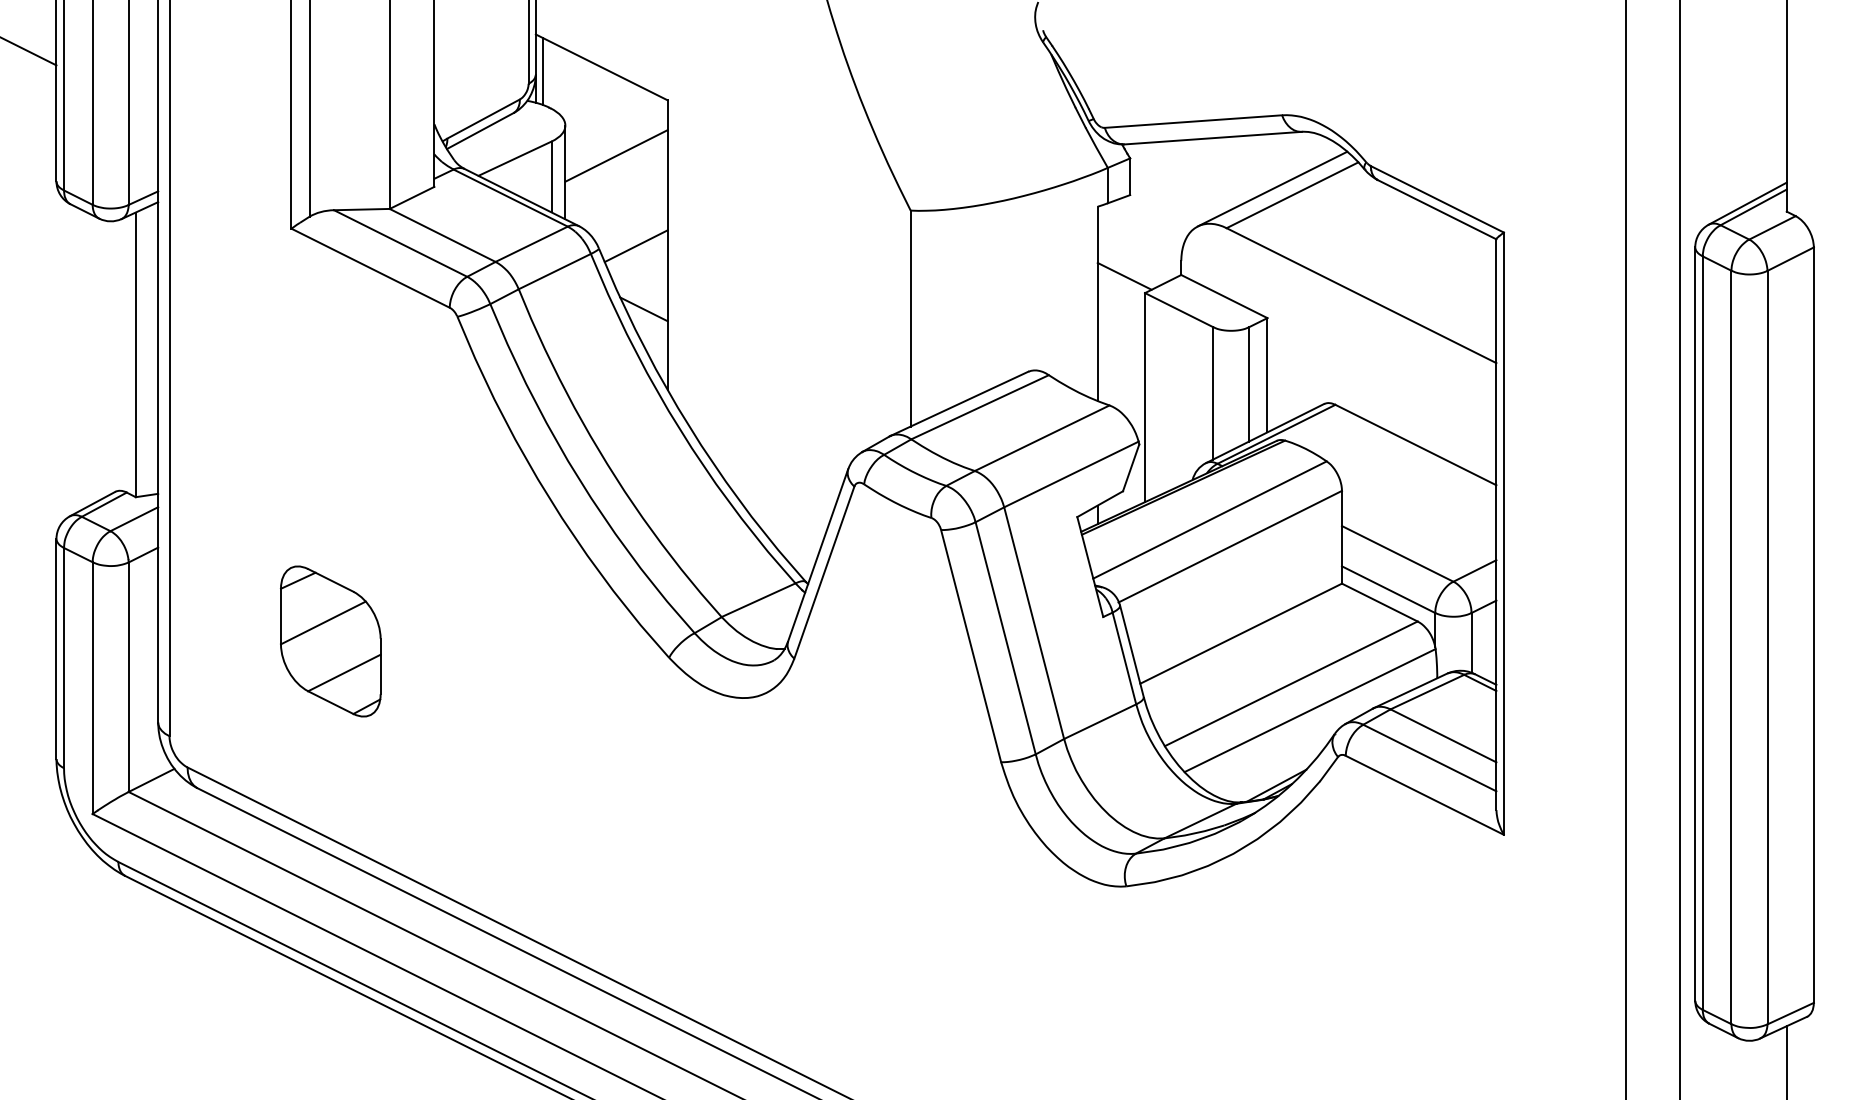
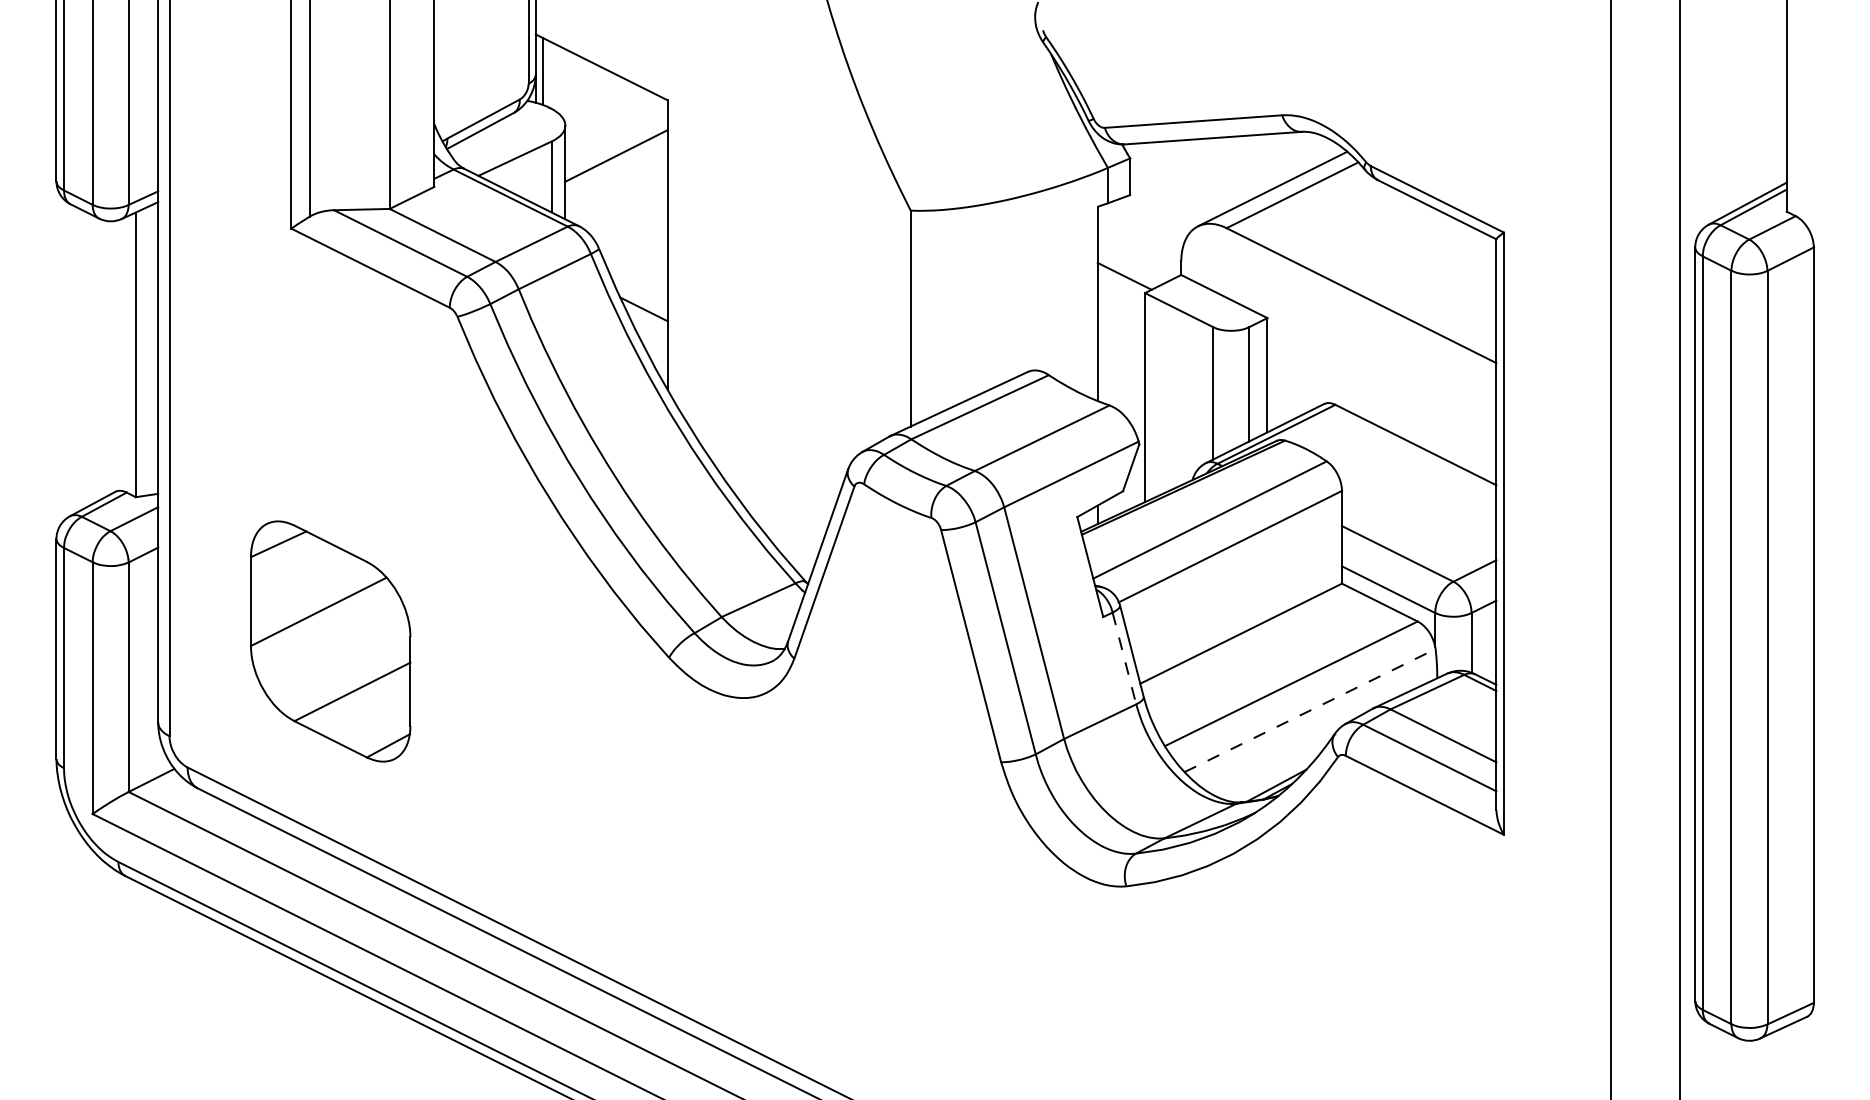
line at (29, 51): present -> none
line at (635, 246): present -> none
line at (1626, 549) position: (1626, 549) -> (1611, 549)
part at (330, 641) size: 102x153 px -> 162x243 px
line at (1124, 658): solid -> dashed
line at (1310, 710): solid -> dashed
line at (1786, 1061): present -> none
